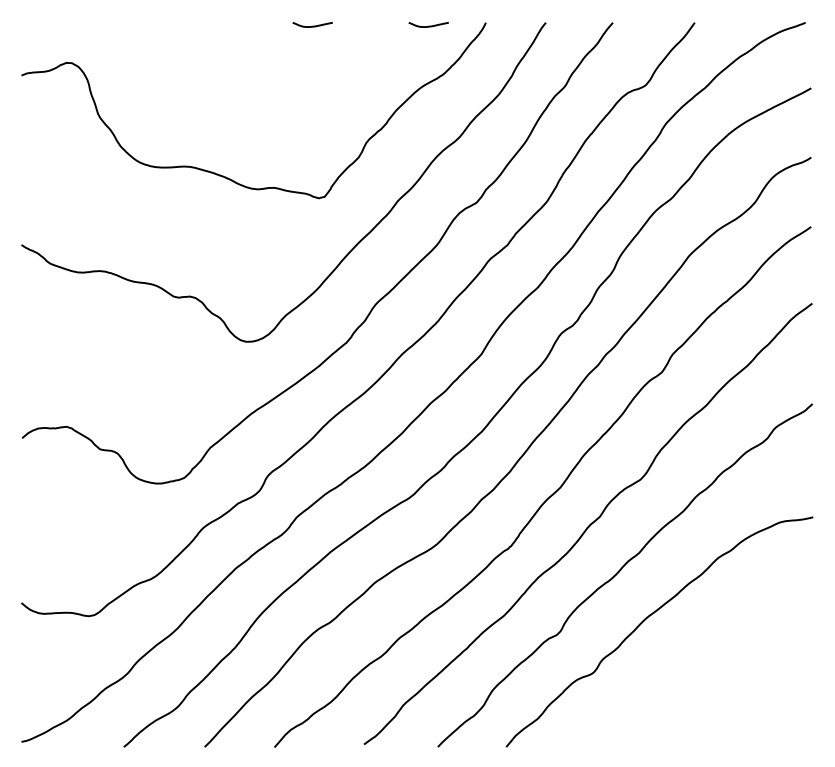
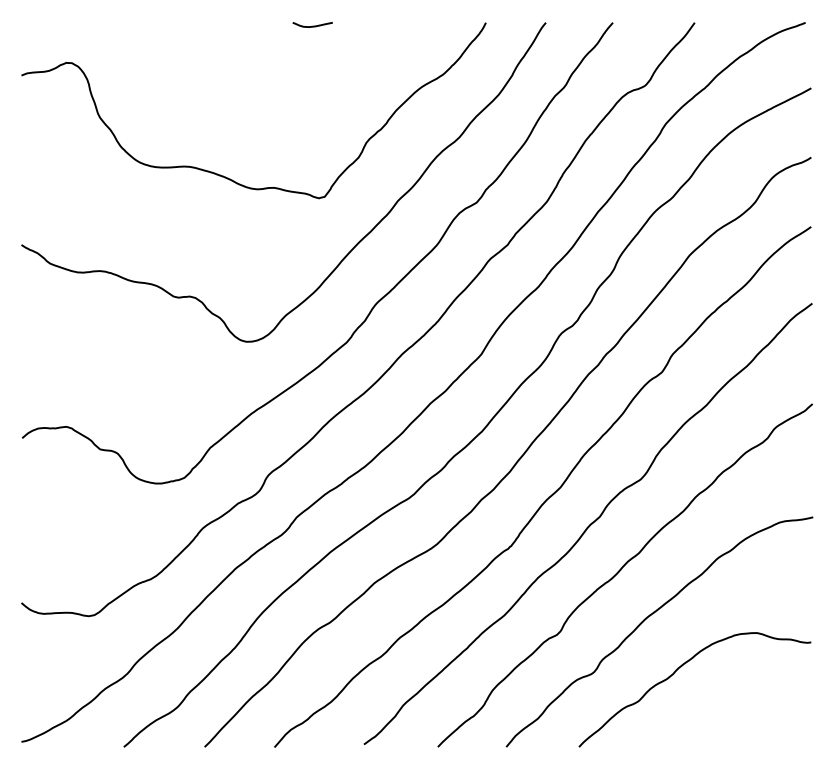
curve at (428, 25): present -> none
curve at (674, 674): none -> present
